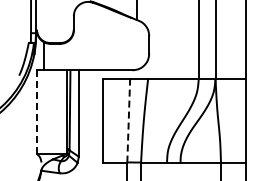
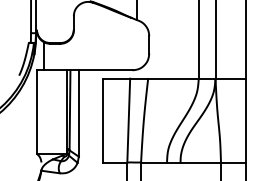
line at (36, 112): dashed -> solid
line at (128, 120): dashed -> solid
